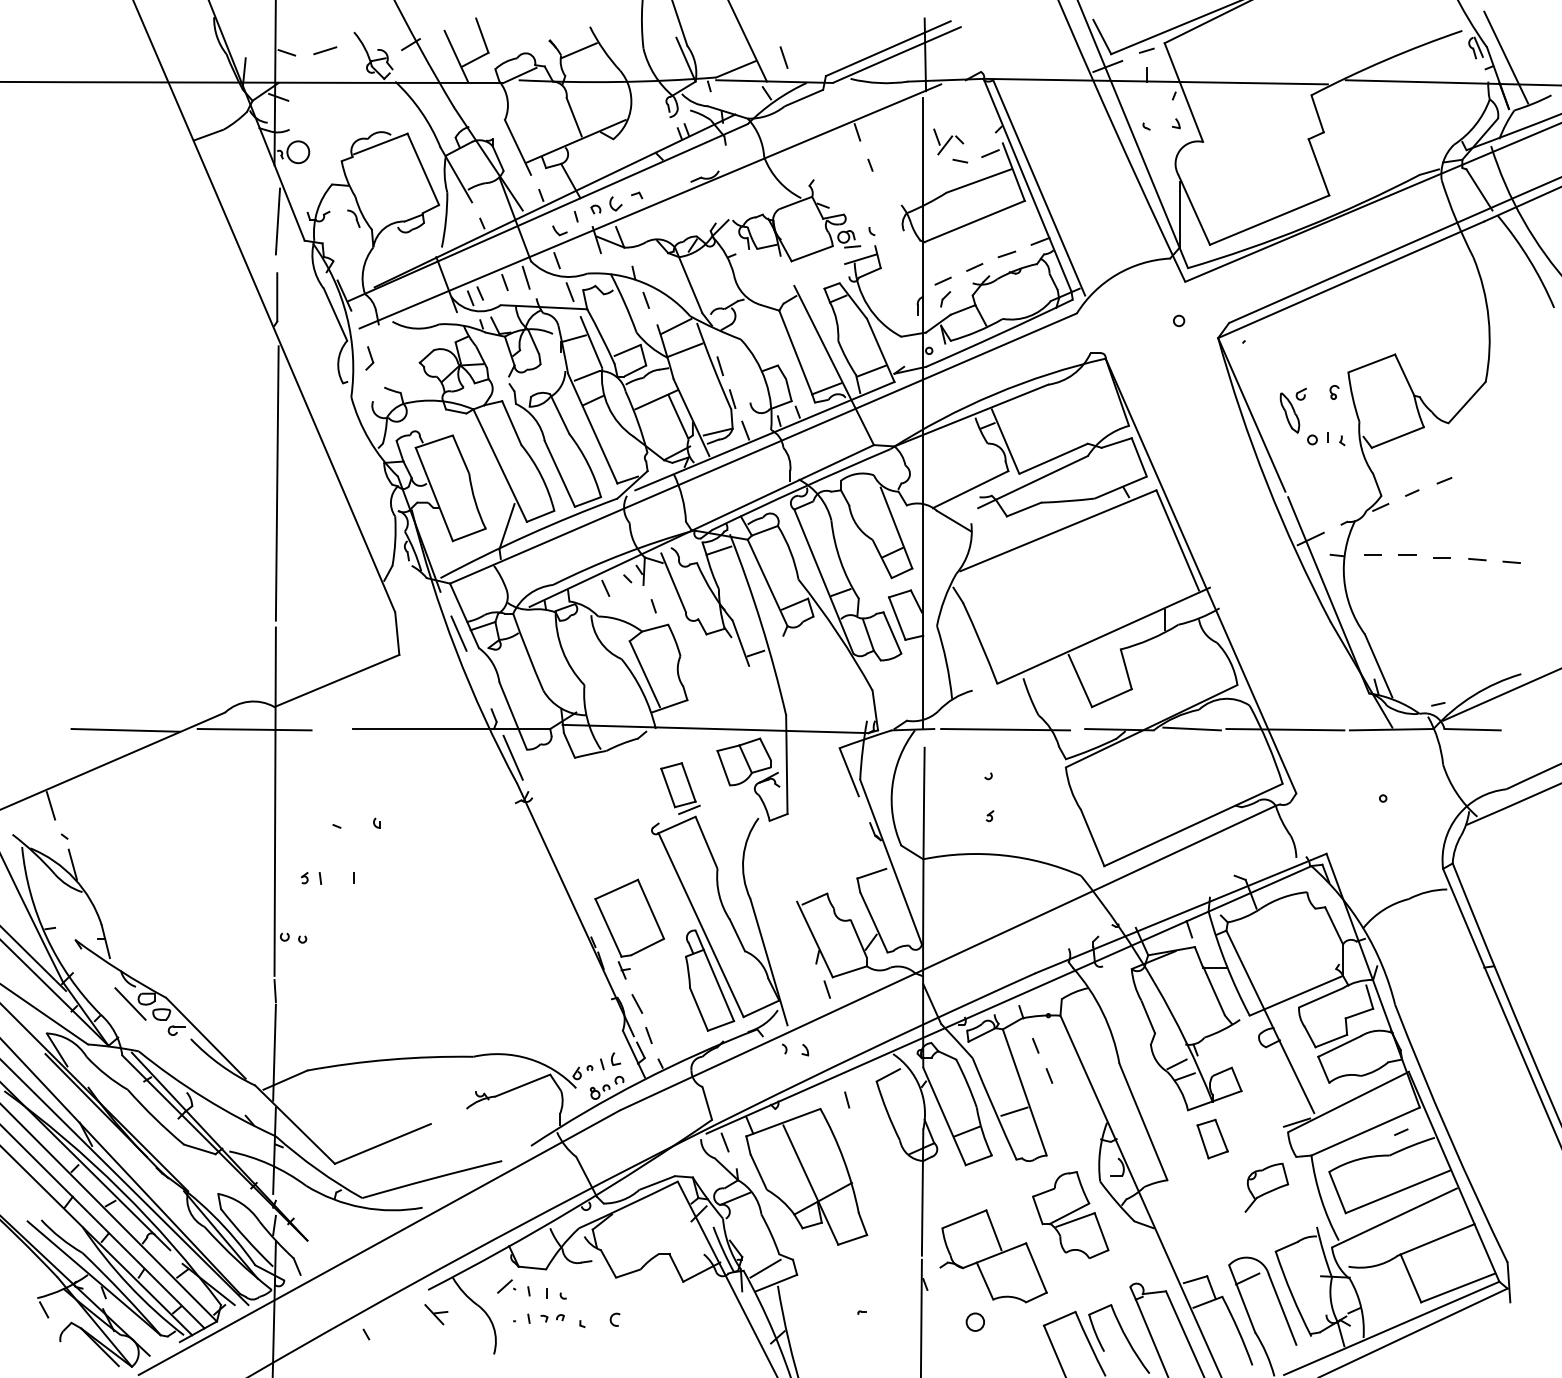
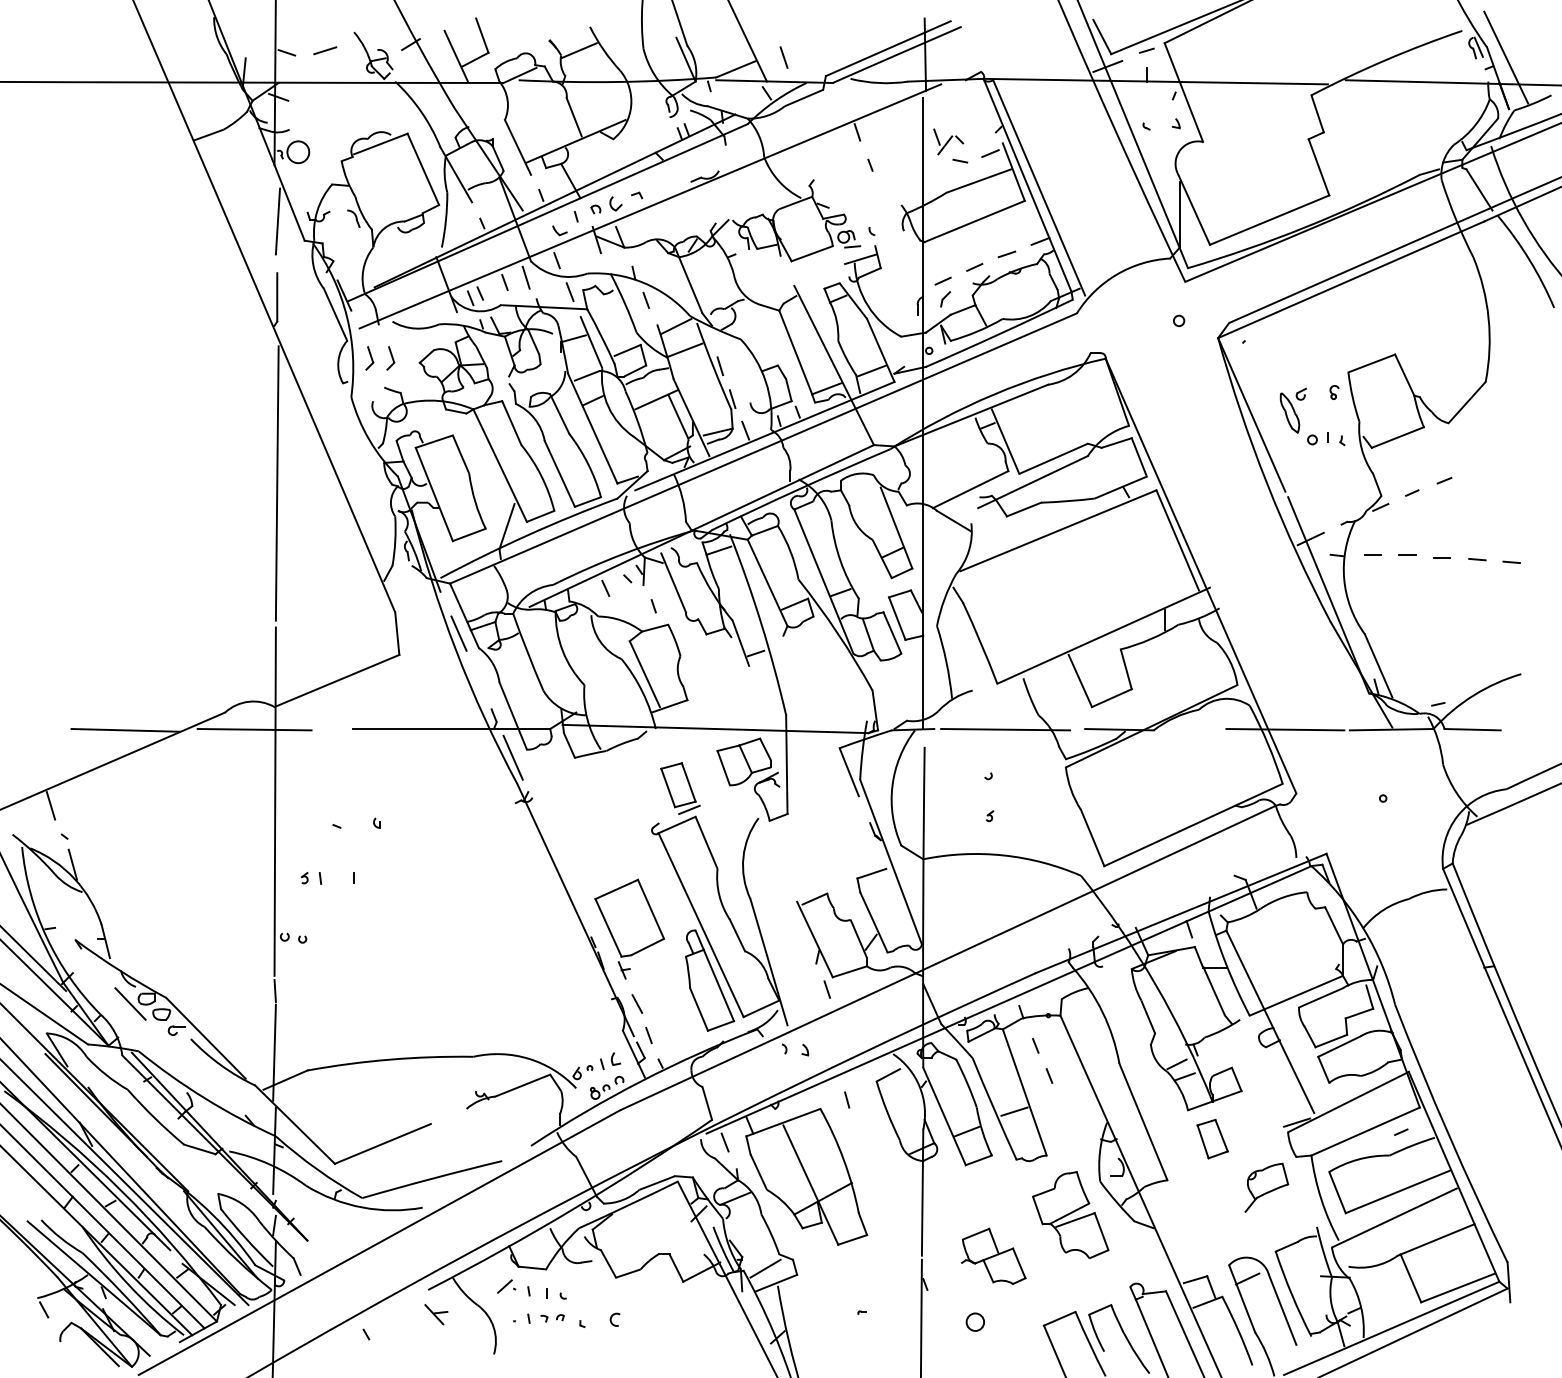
part at (390, 358): none -> present
line at (1500, 694): present -> none
line at (1191, 728): present -> none
part at (993, 1256) size: 109x95 px -> 66x58 px
